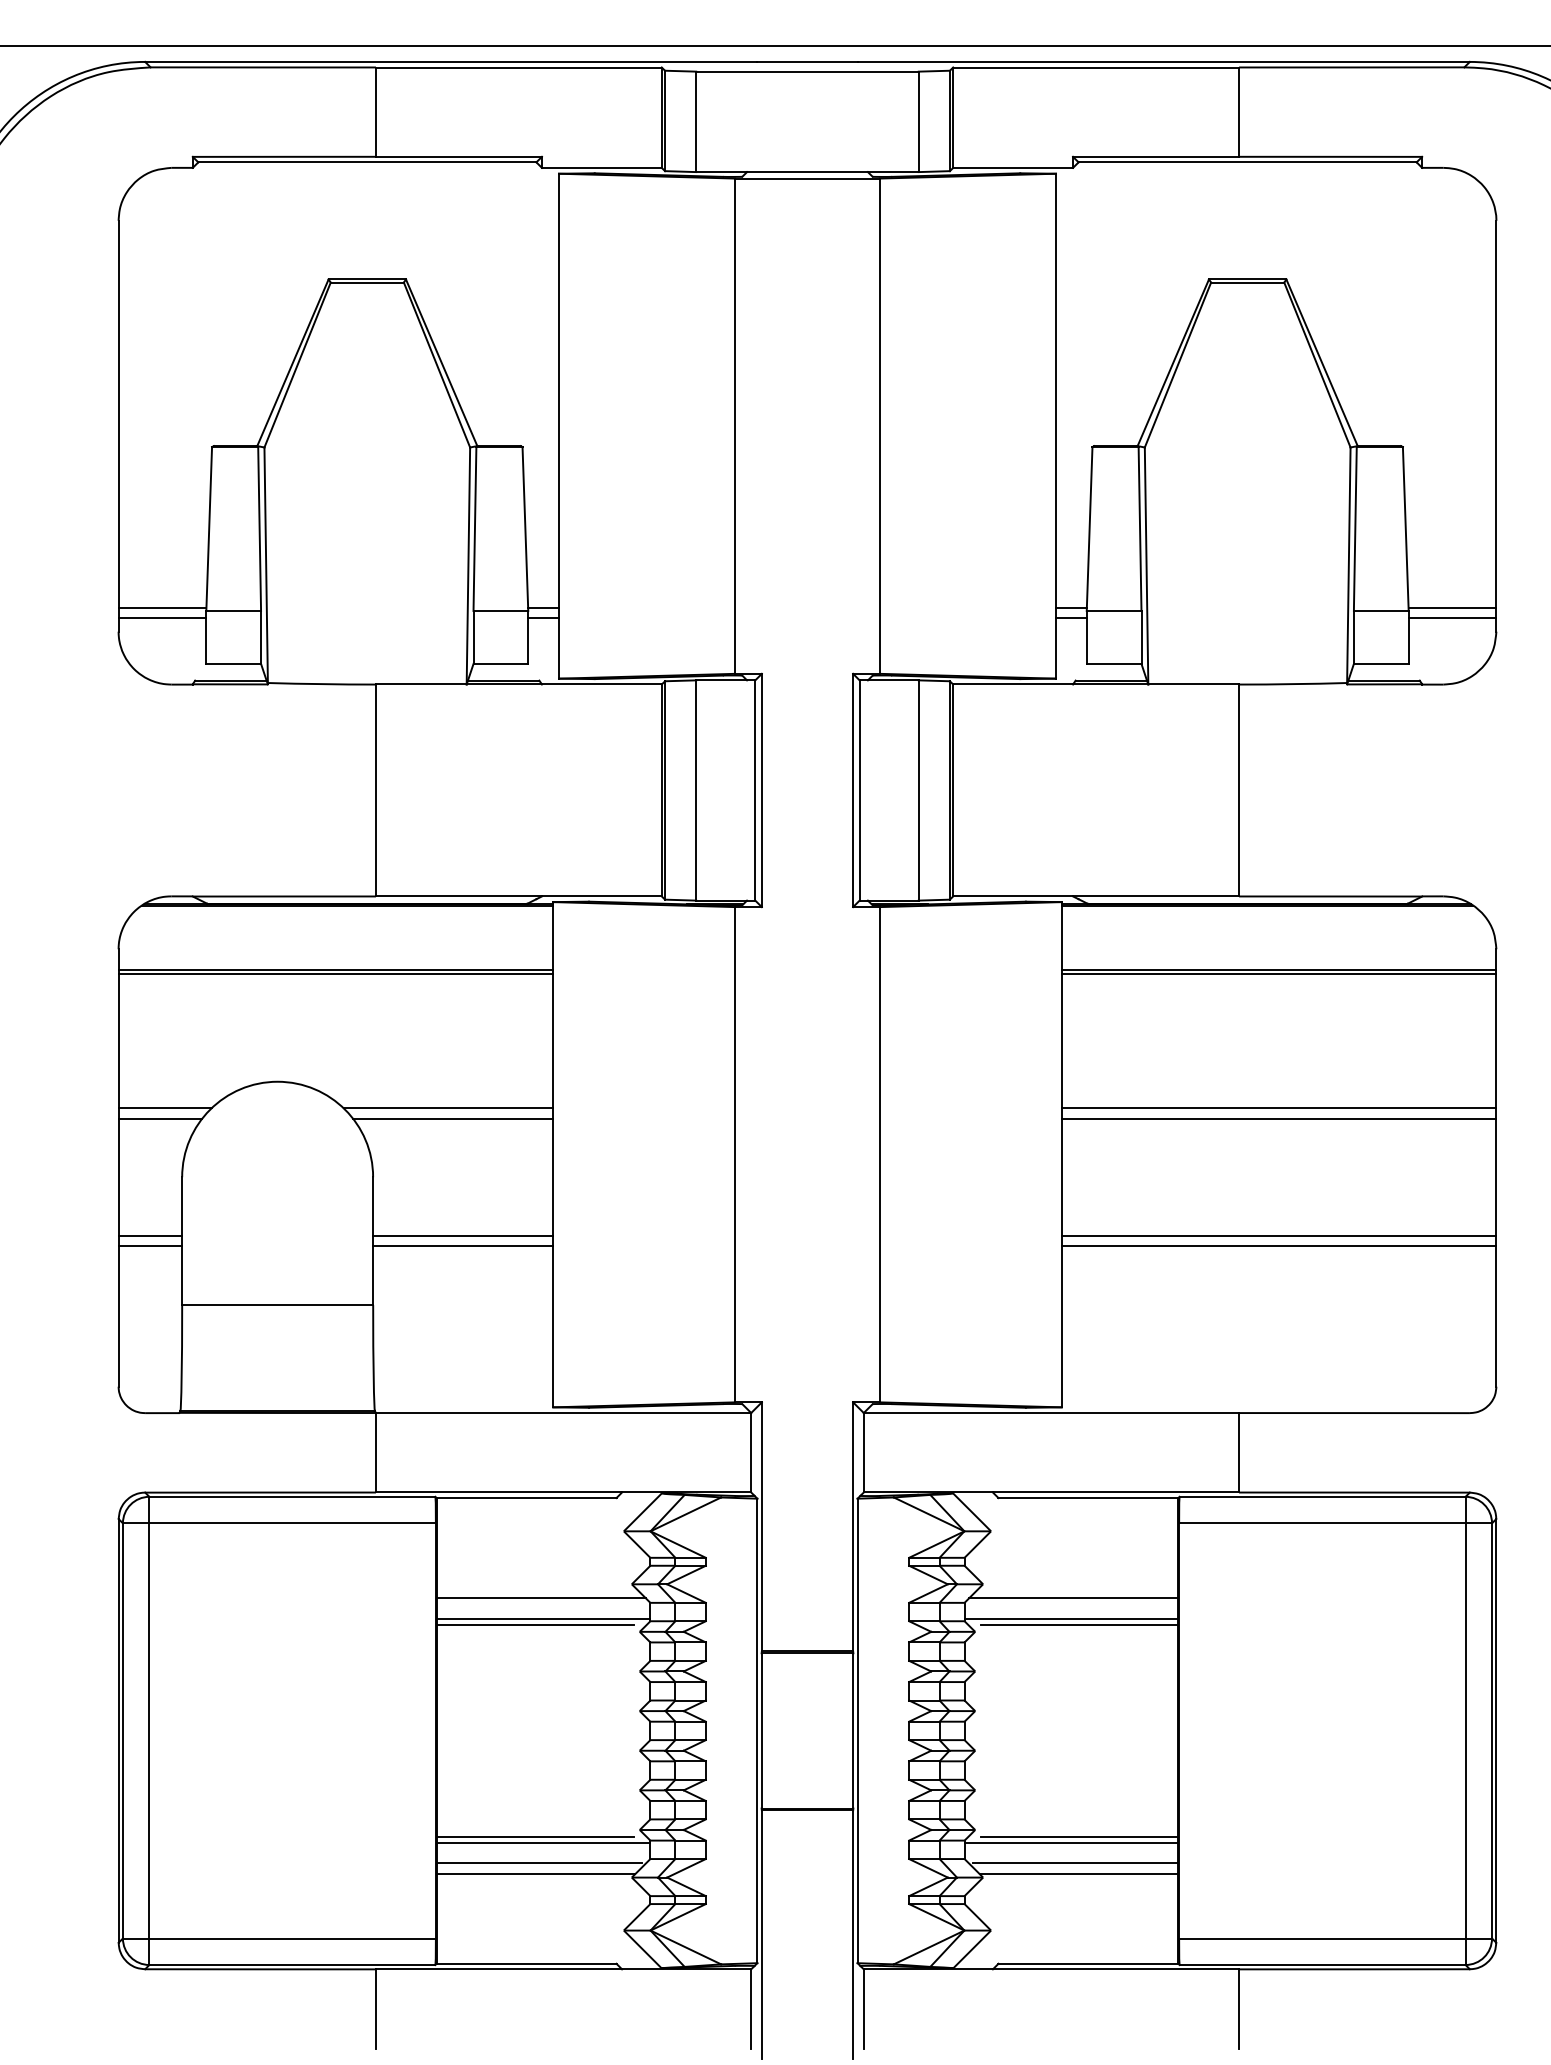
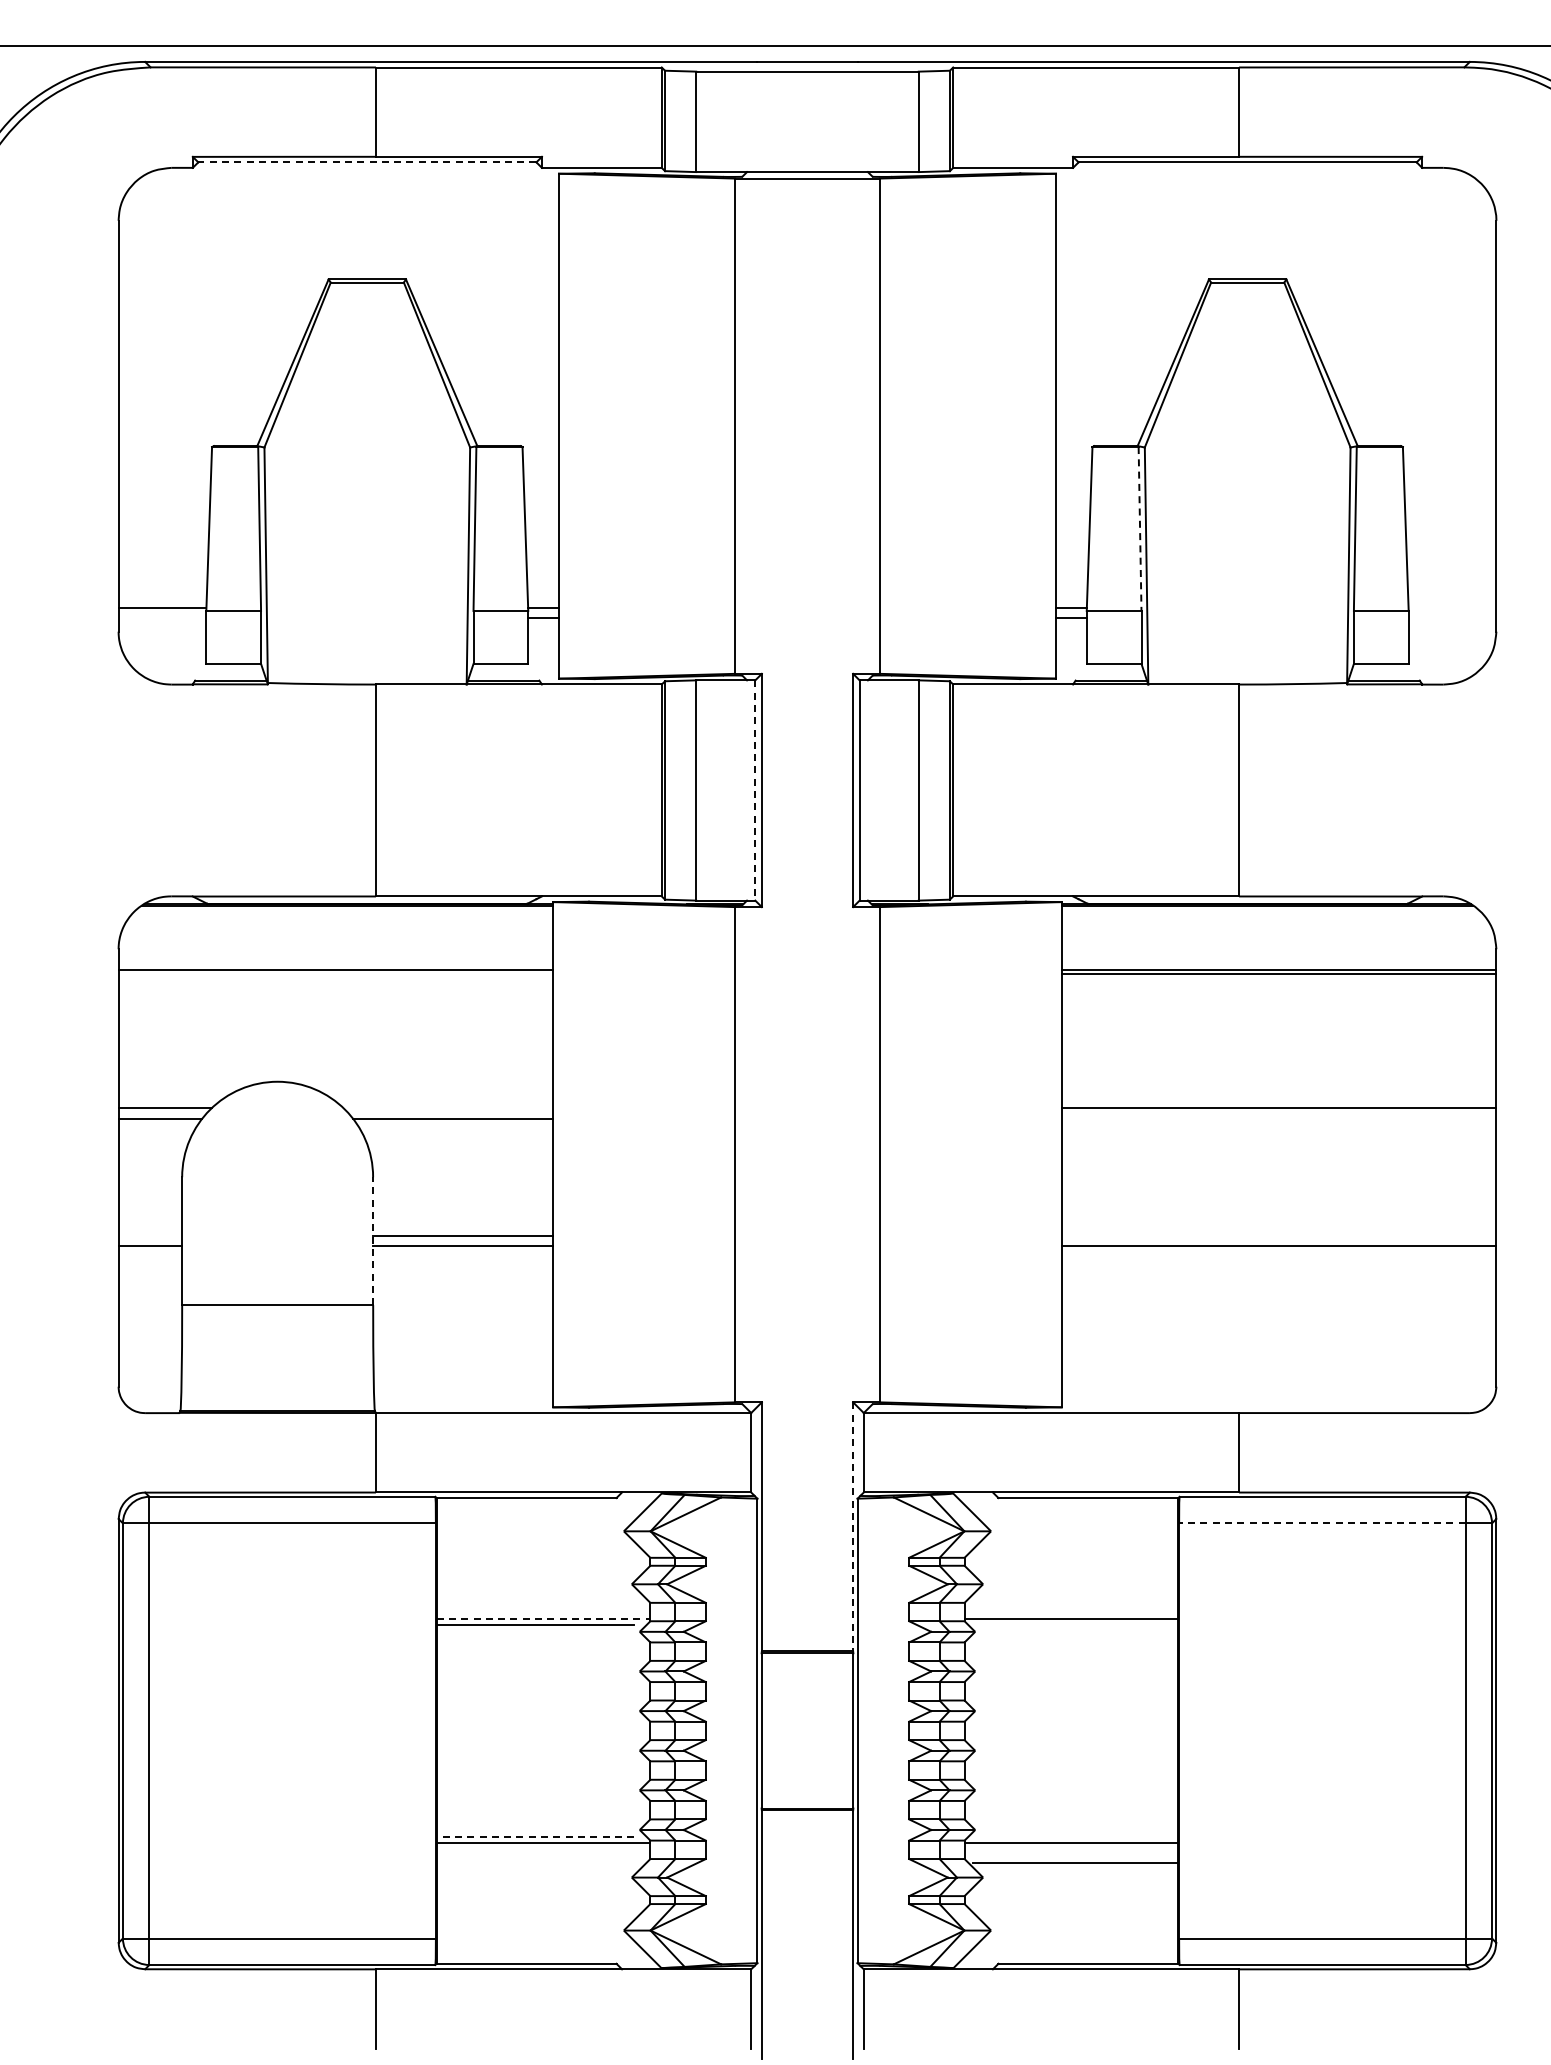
line at (366, 162): solid -> dashed
line at (1140, 529): solid -> dashed
line at (1452, 607): present -> none
line at (162, 618): present -> none
line at (1452, 618): present -> none
line at (755, 790): solid -> dashed
line at (335, 973): present -> none
line at (448, 1108): present -> none
line at (1278, 1118): present -> none
line at (150, 1235): present -> none
line at (1278, 1235): present -> none
line at (373, 1241): solid -> dashed
line at (1321, 1523): solid -> dashed
line at (853, 1526): solid -> dashed
line at (541, 1598): present -> none
line at (1073, 1598): present -> none
line at (543, 1619): solid -> dashed
line at (1079, 1624): present -> none
line at (535, 1837): solid -> dashed
line at (1079, 1837): present -> none
line at (539, 1863): present -> none
line at (535, 1873): present -> none
line at (1078, 1873): present -> none
